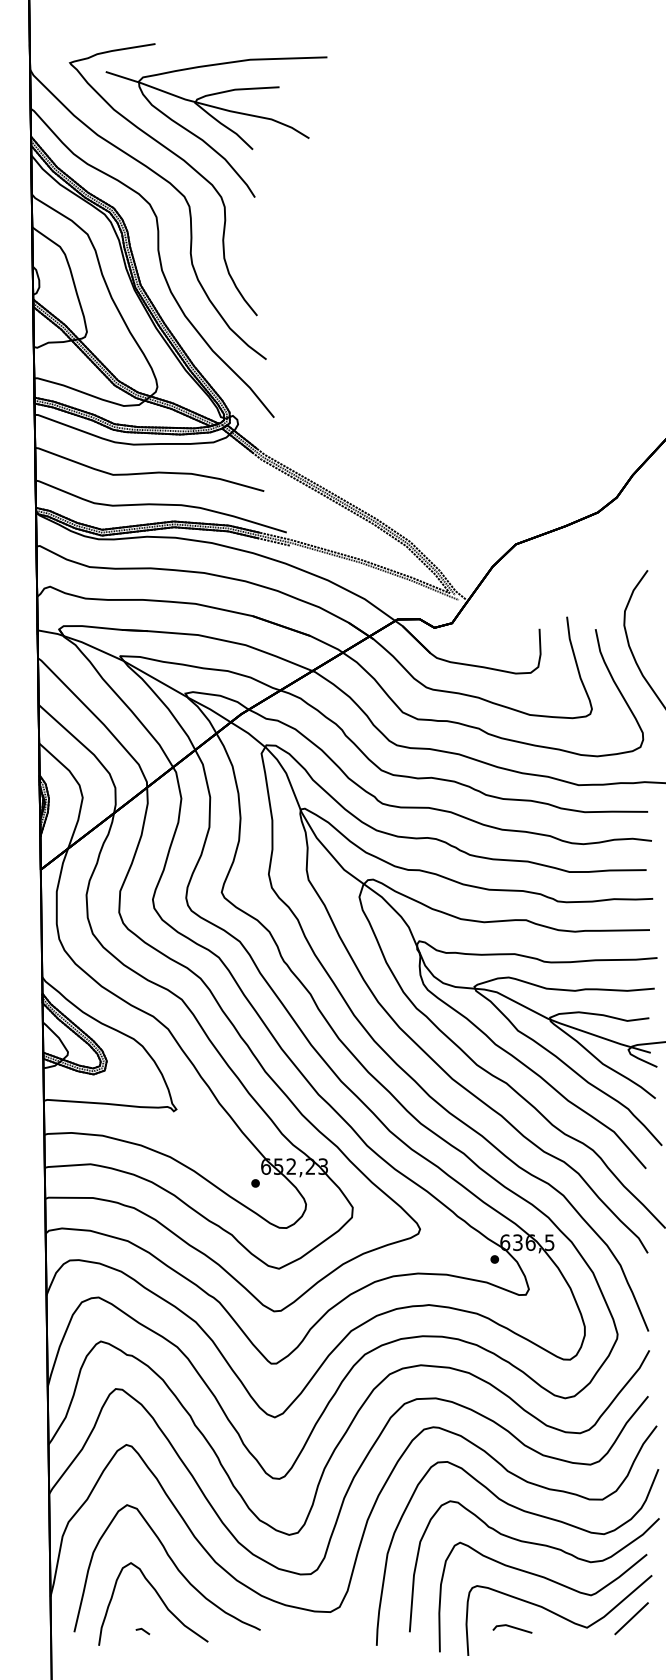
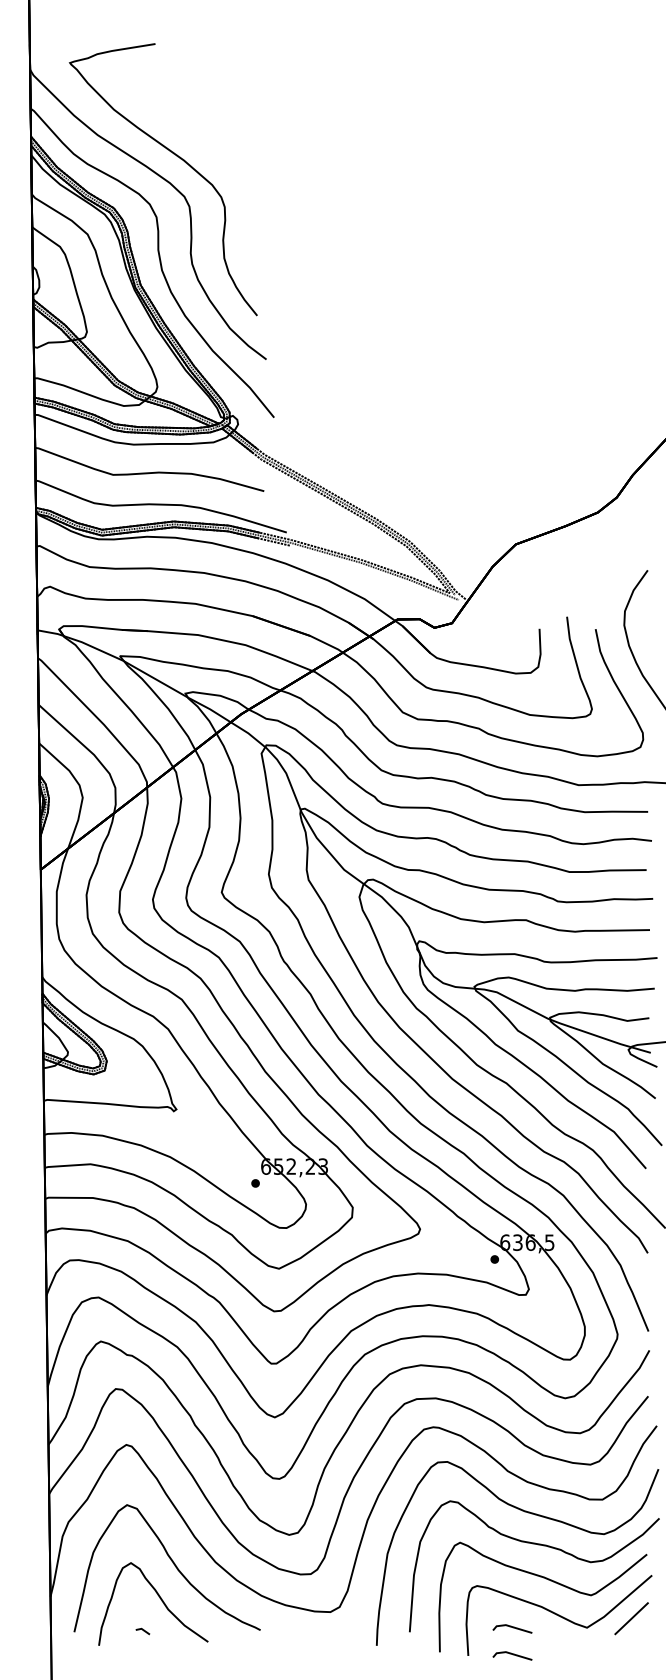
part at (216, 126): present -> none
line at (512, 1654): none -> present
